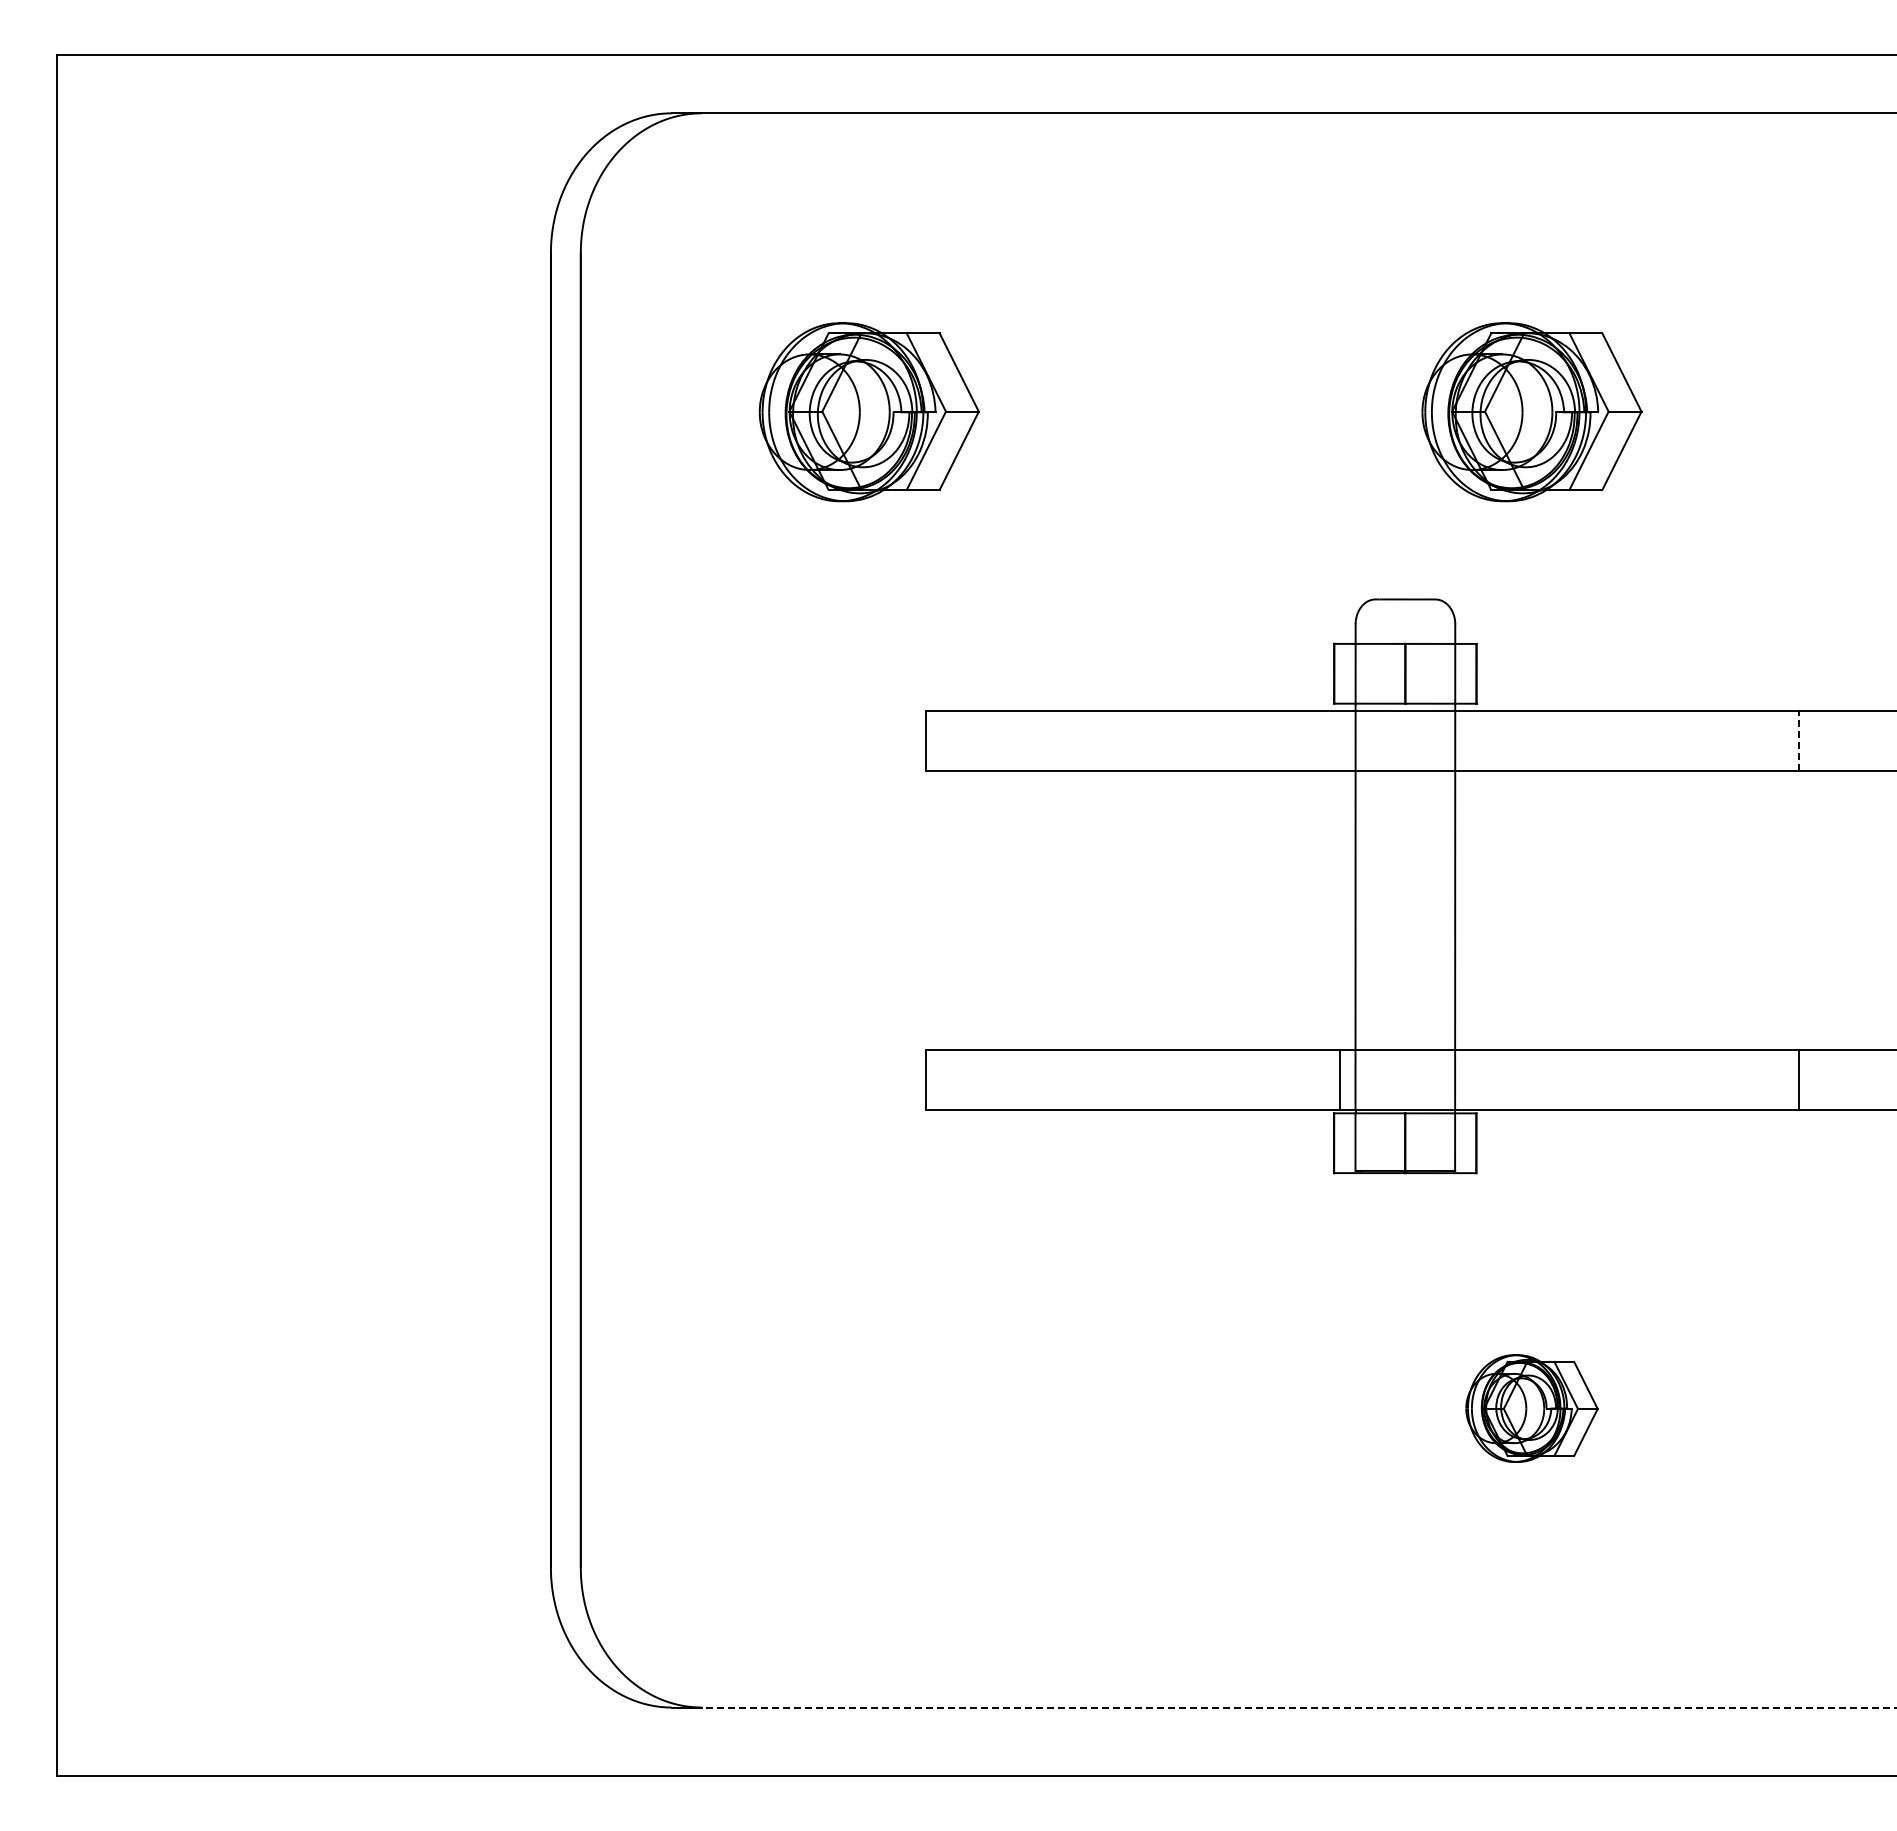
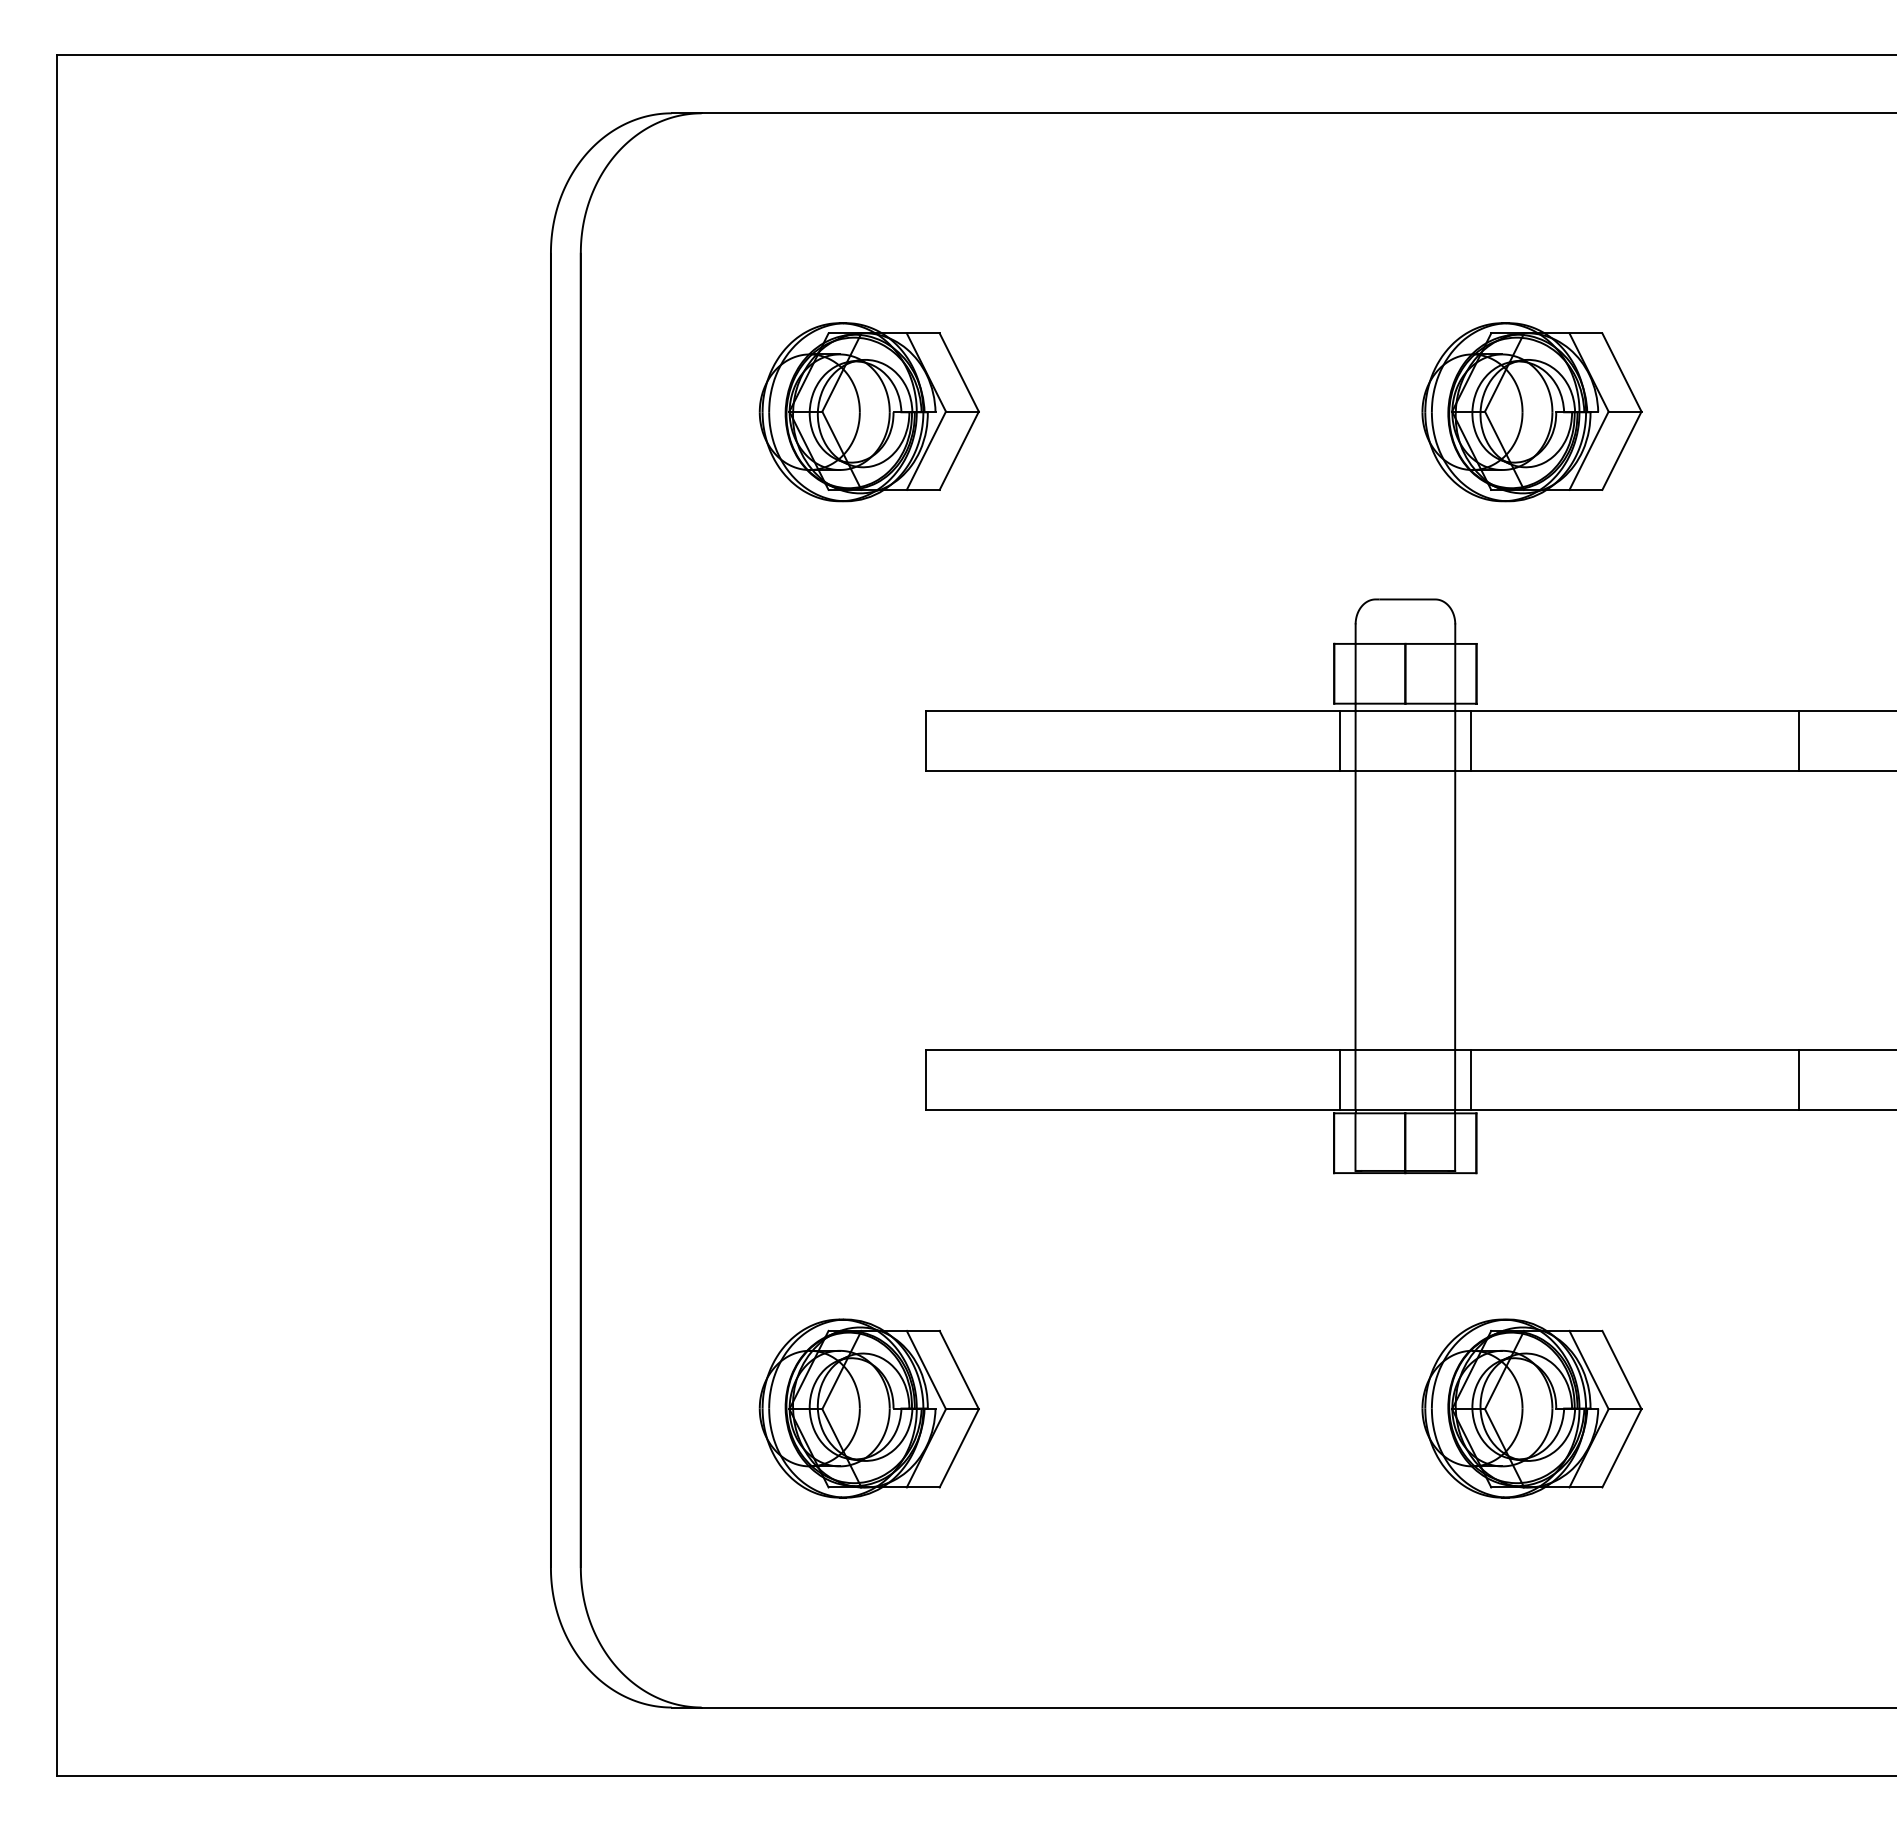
line at (1339, 740): none -> present
line at (1471, 740): none -> present
line at (1798, 741): dashed -> solid
line at (1471, 1079): none -> present
part at (868, 1408): none -> present
part at (1531, 1408) size: 134x109 px -> 222x181 px
line at (1298, 1707): dashed -> solid
